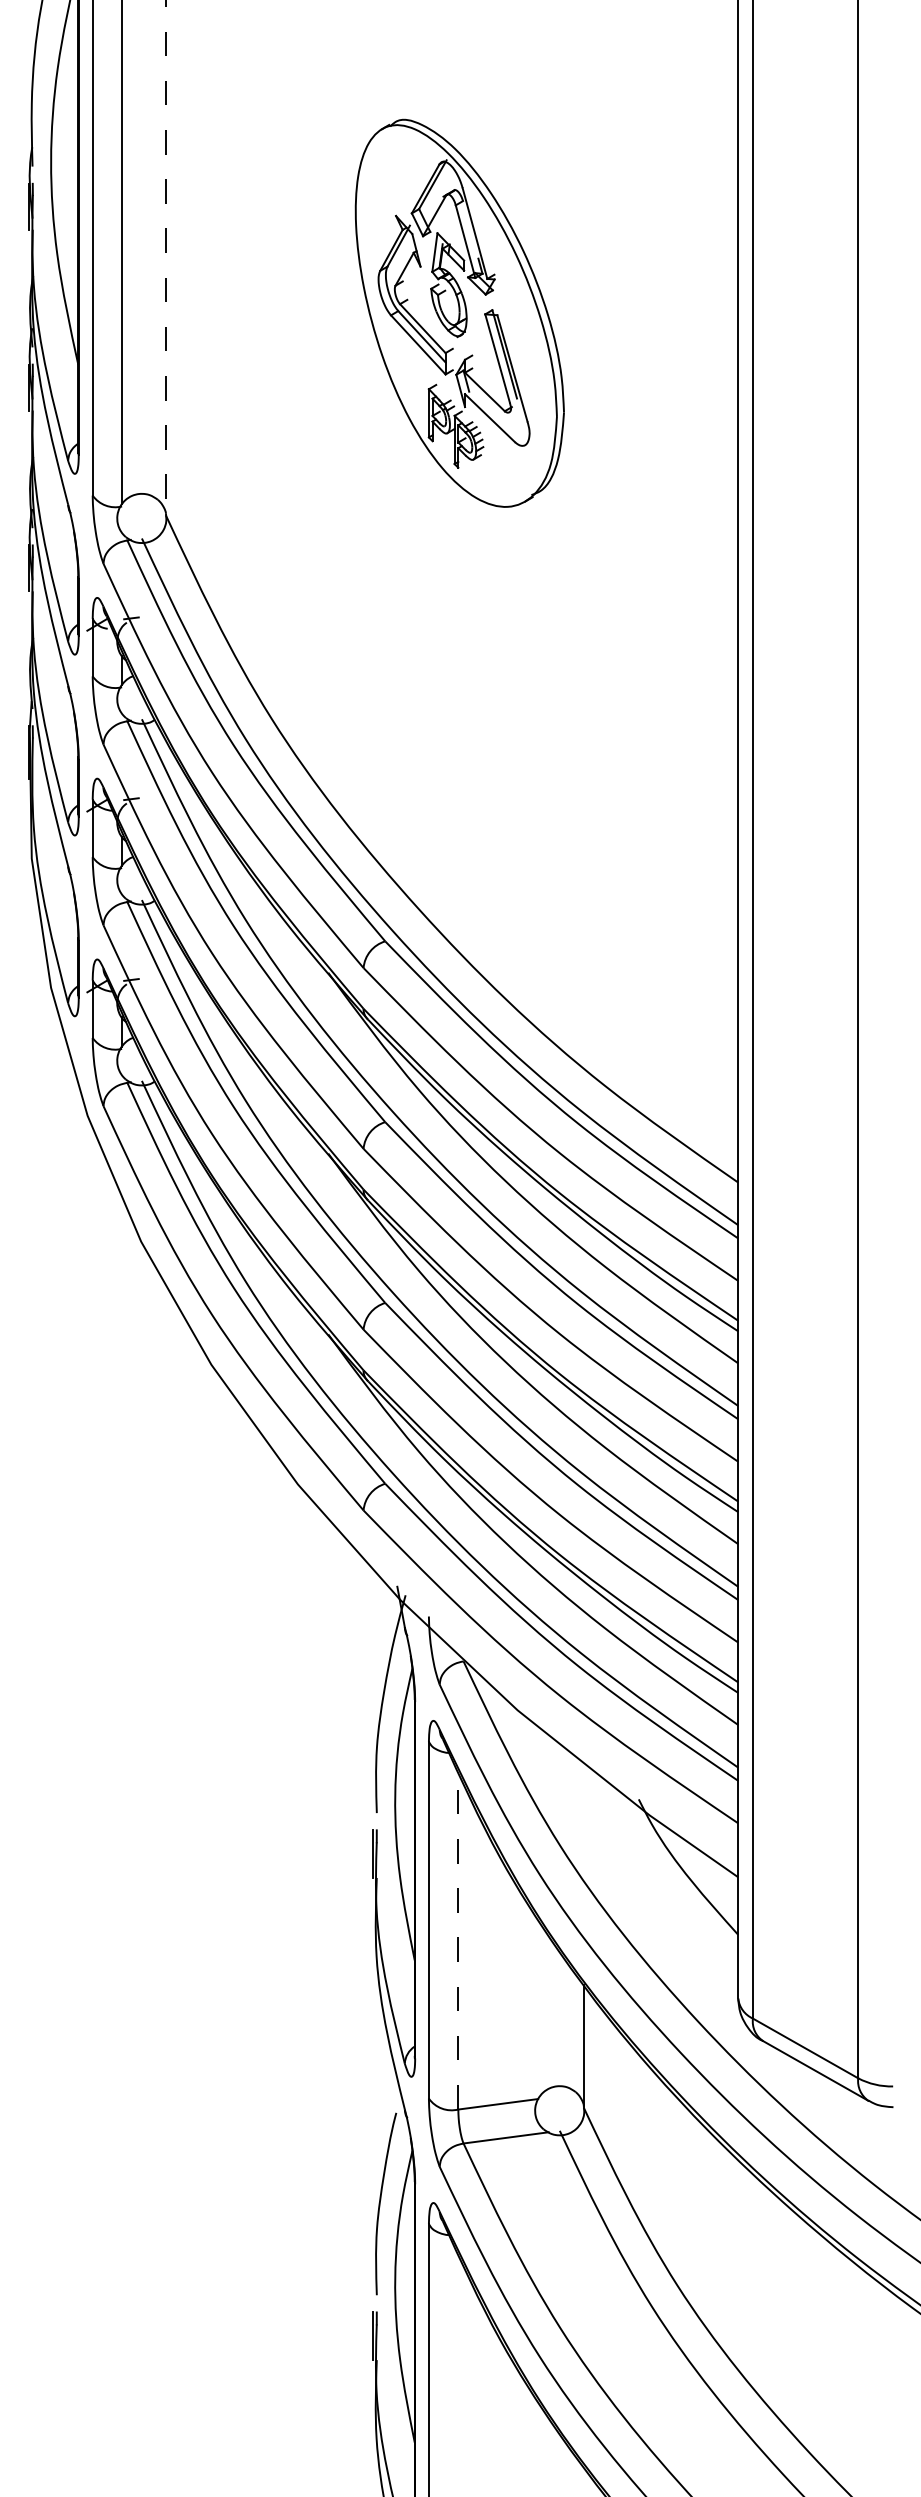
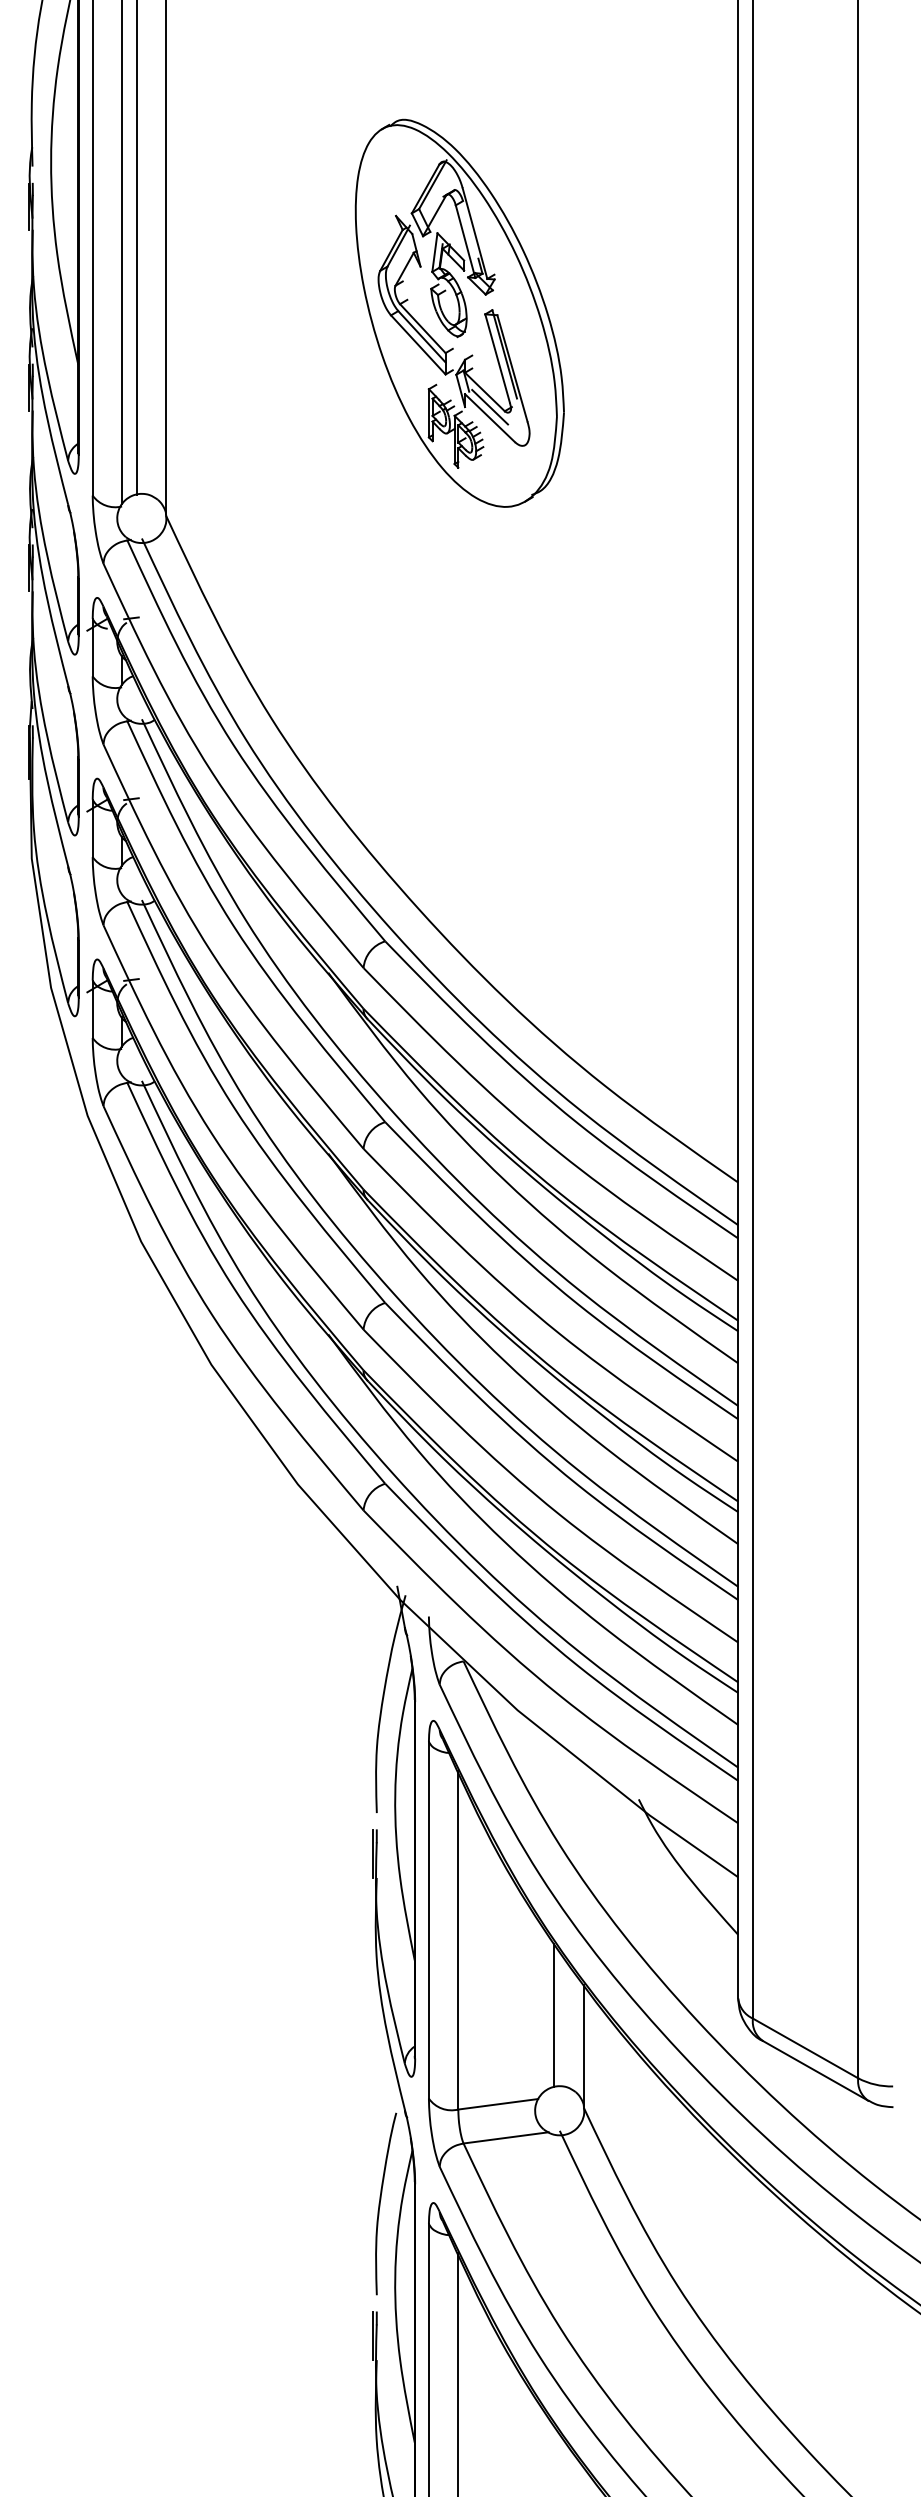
line at (136, 248): none -> present
line at (165, 257): dashed -> solid
line at (490, 406): none -> present
line at (458, 1939): dashed -> solid
line at (554, 2015): none -> present
line at (458, 2373): none -> present
